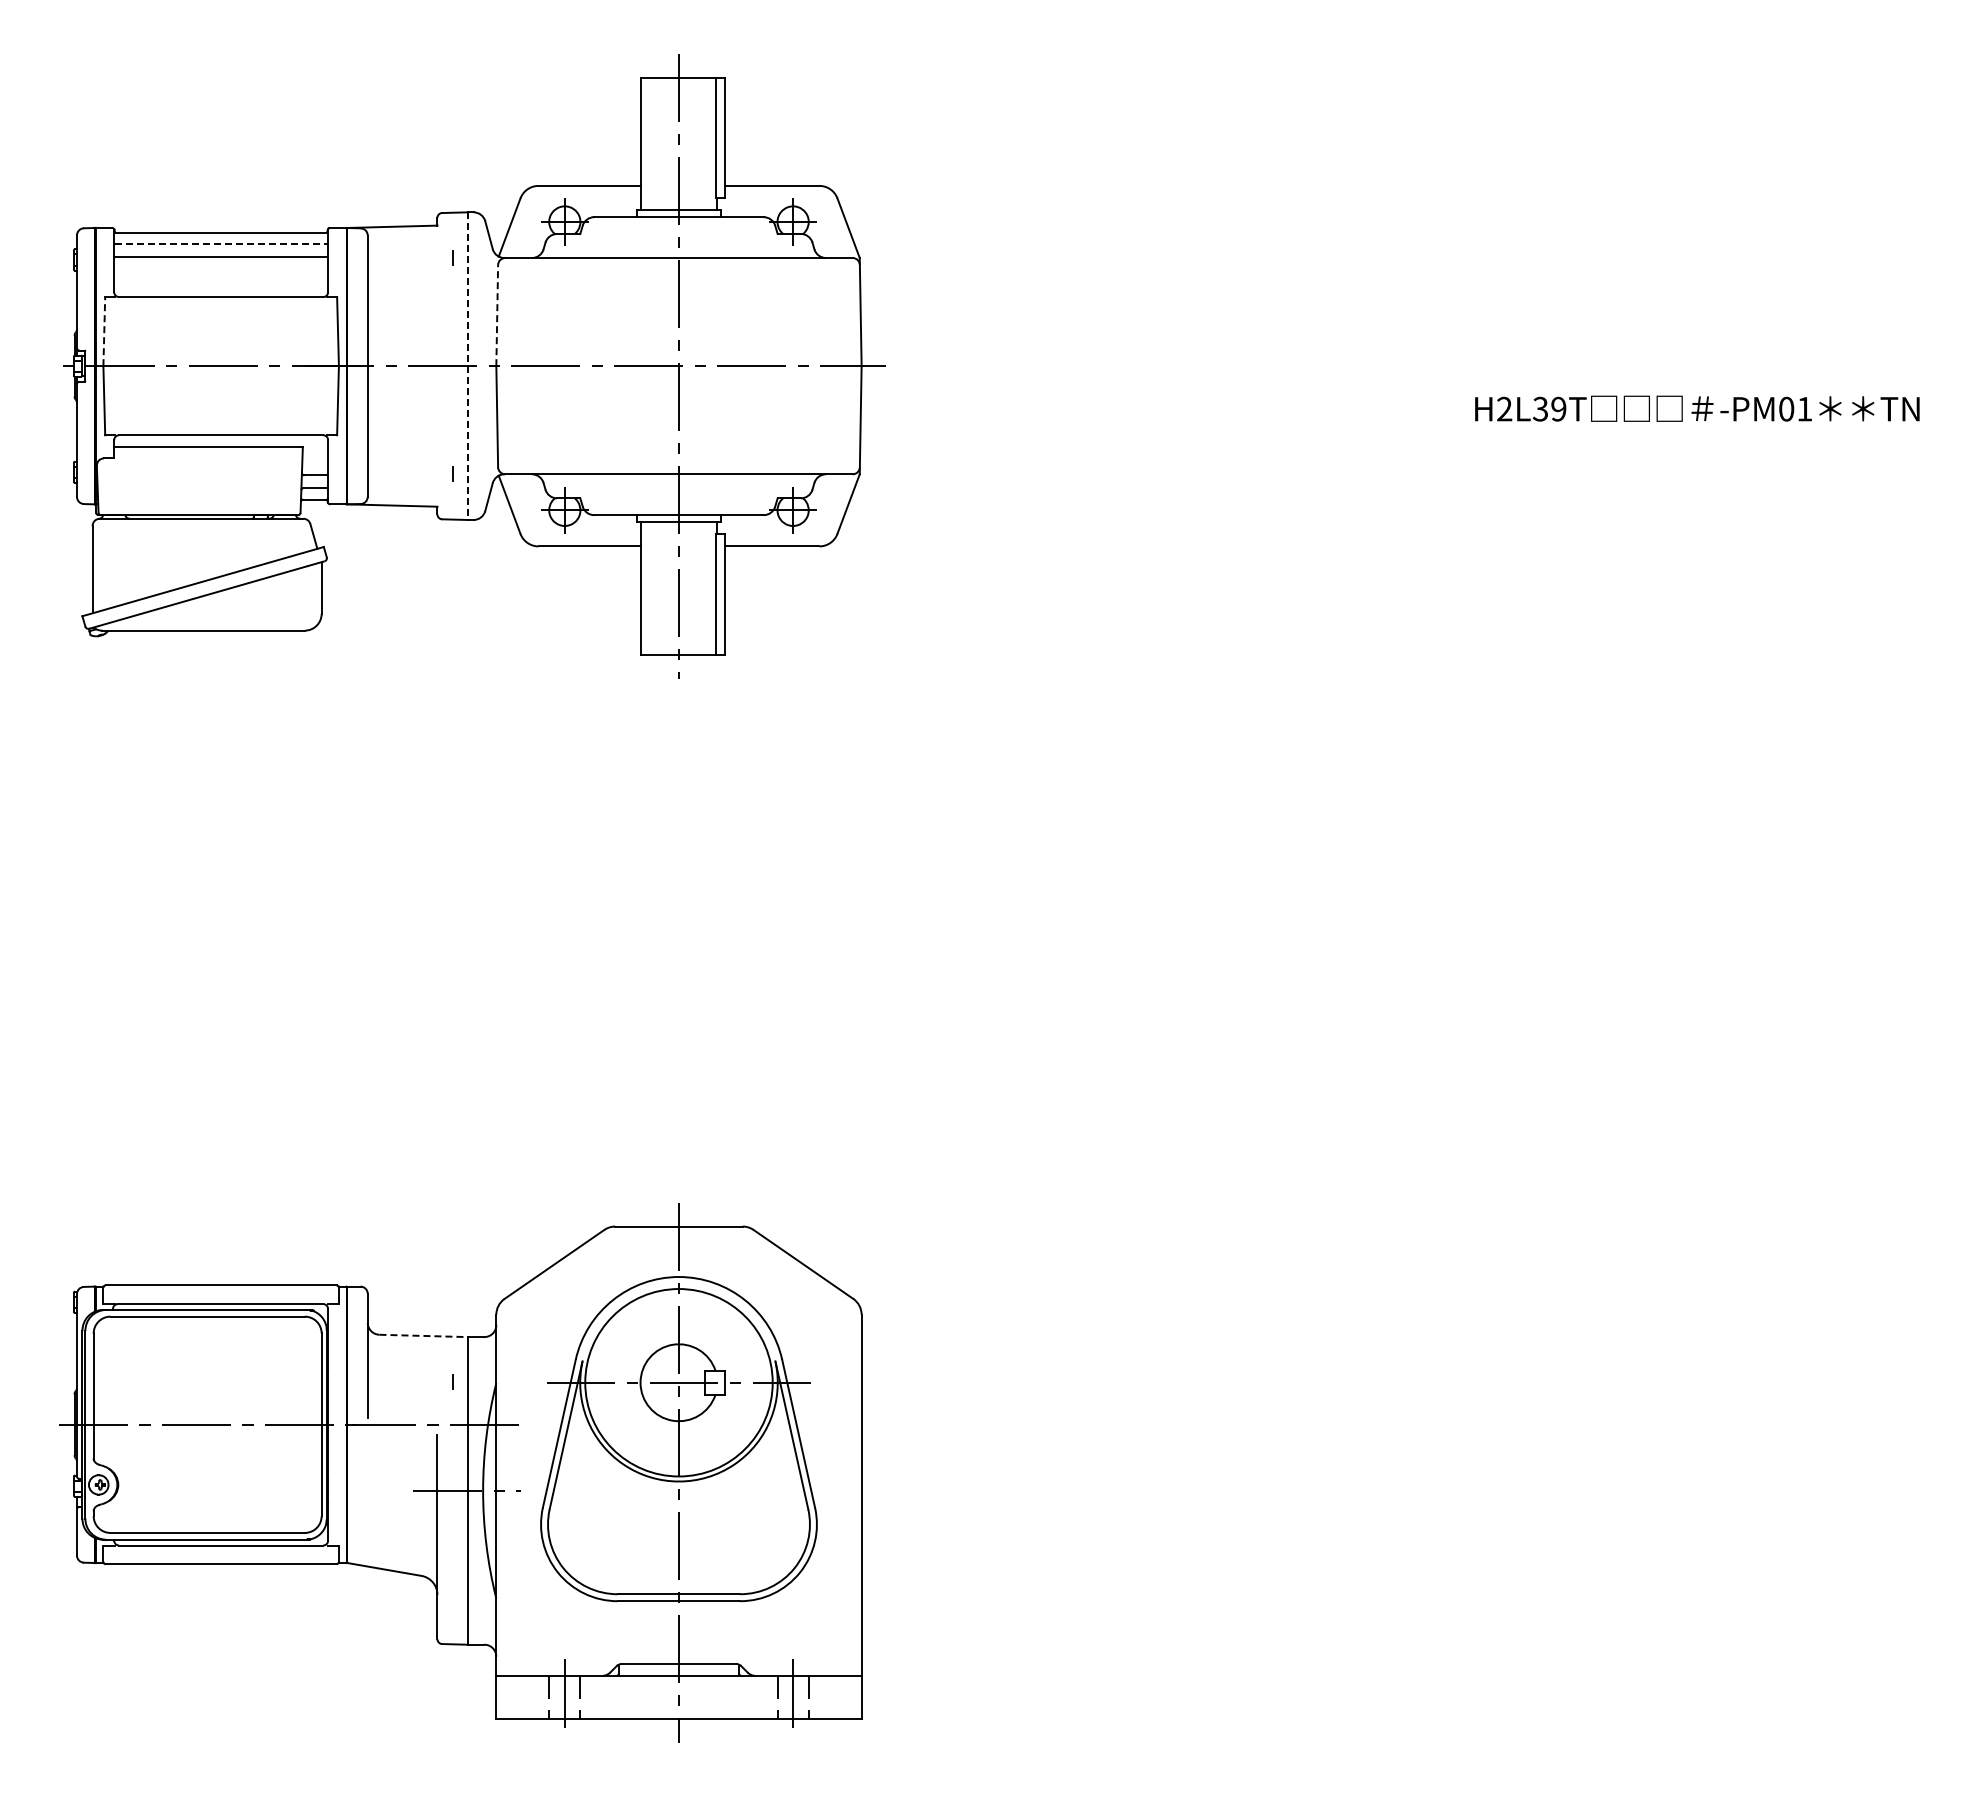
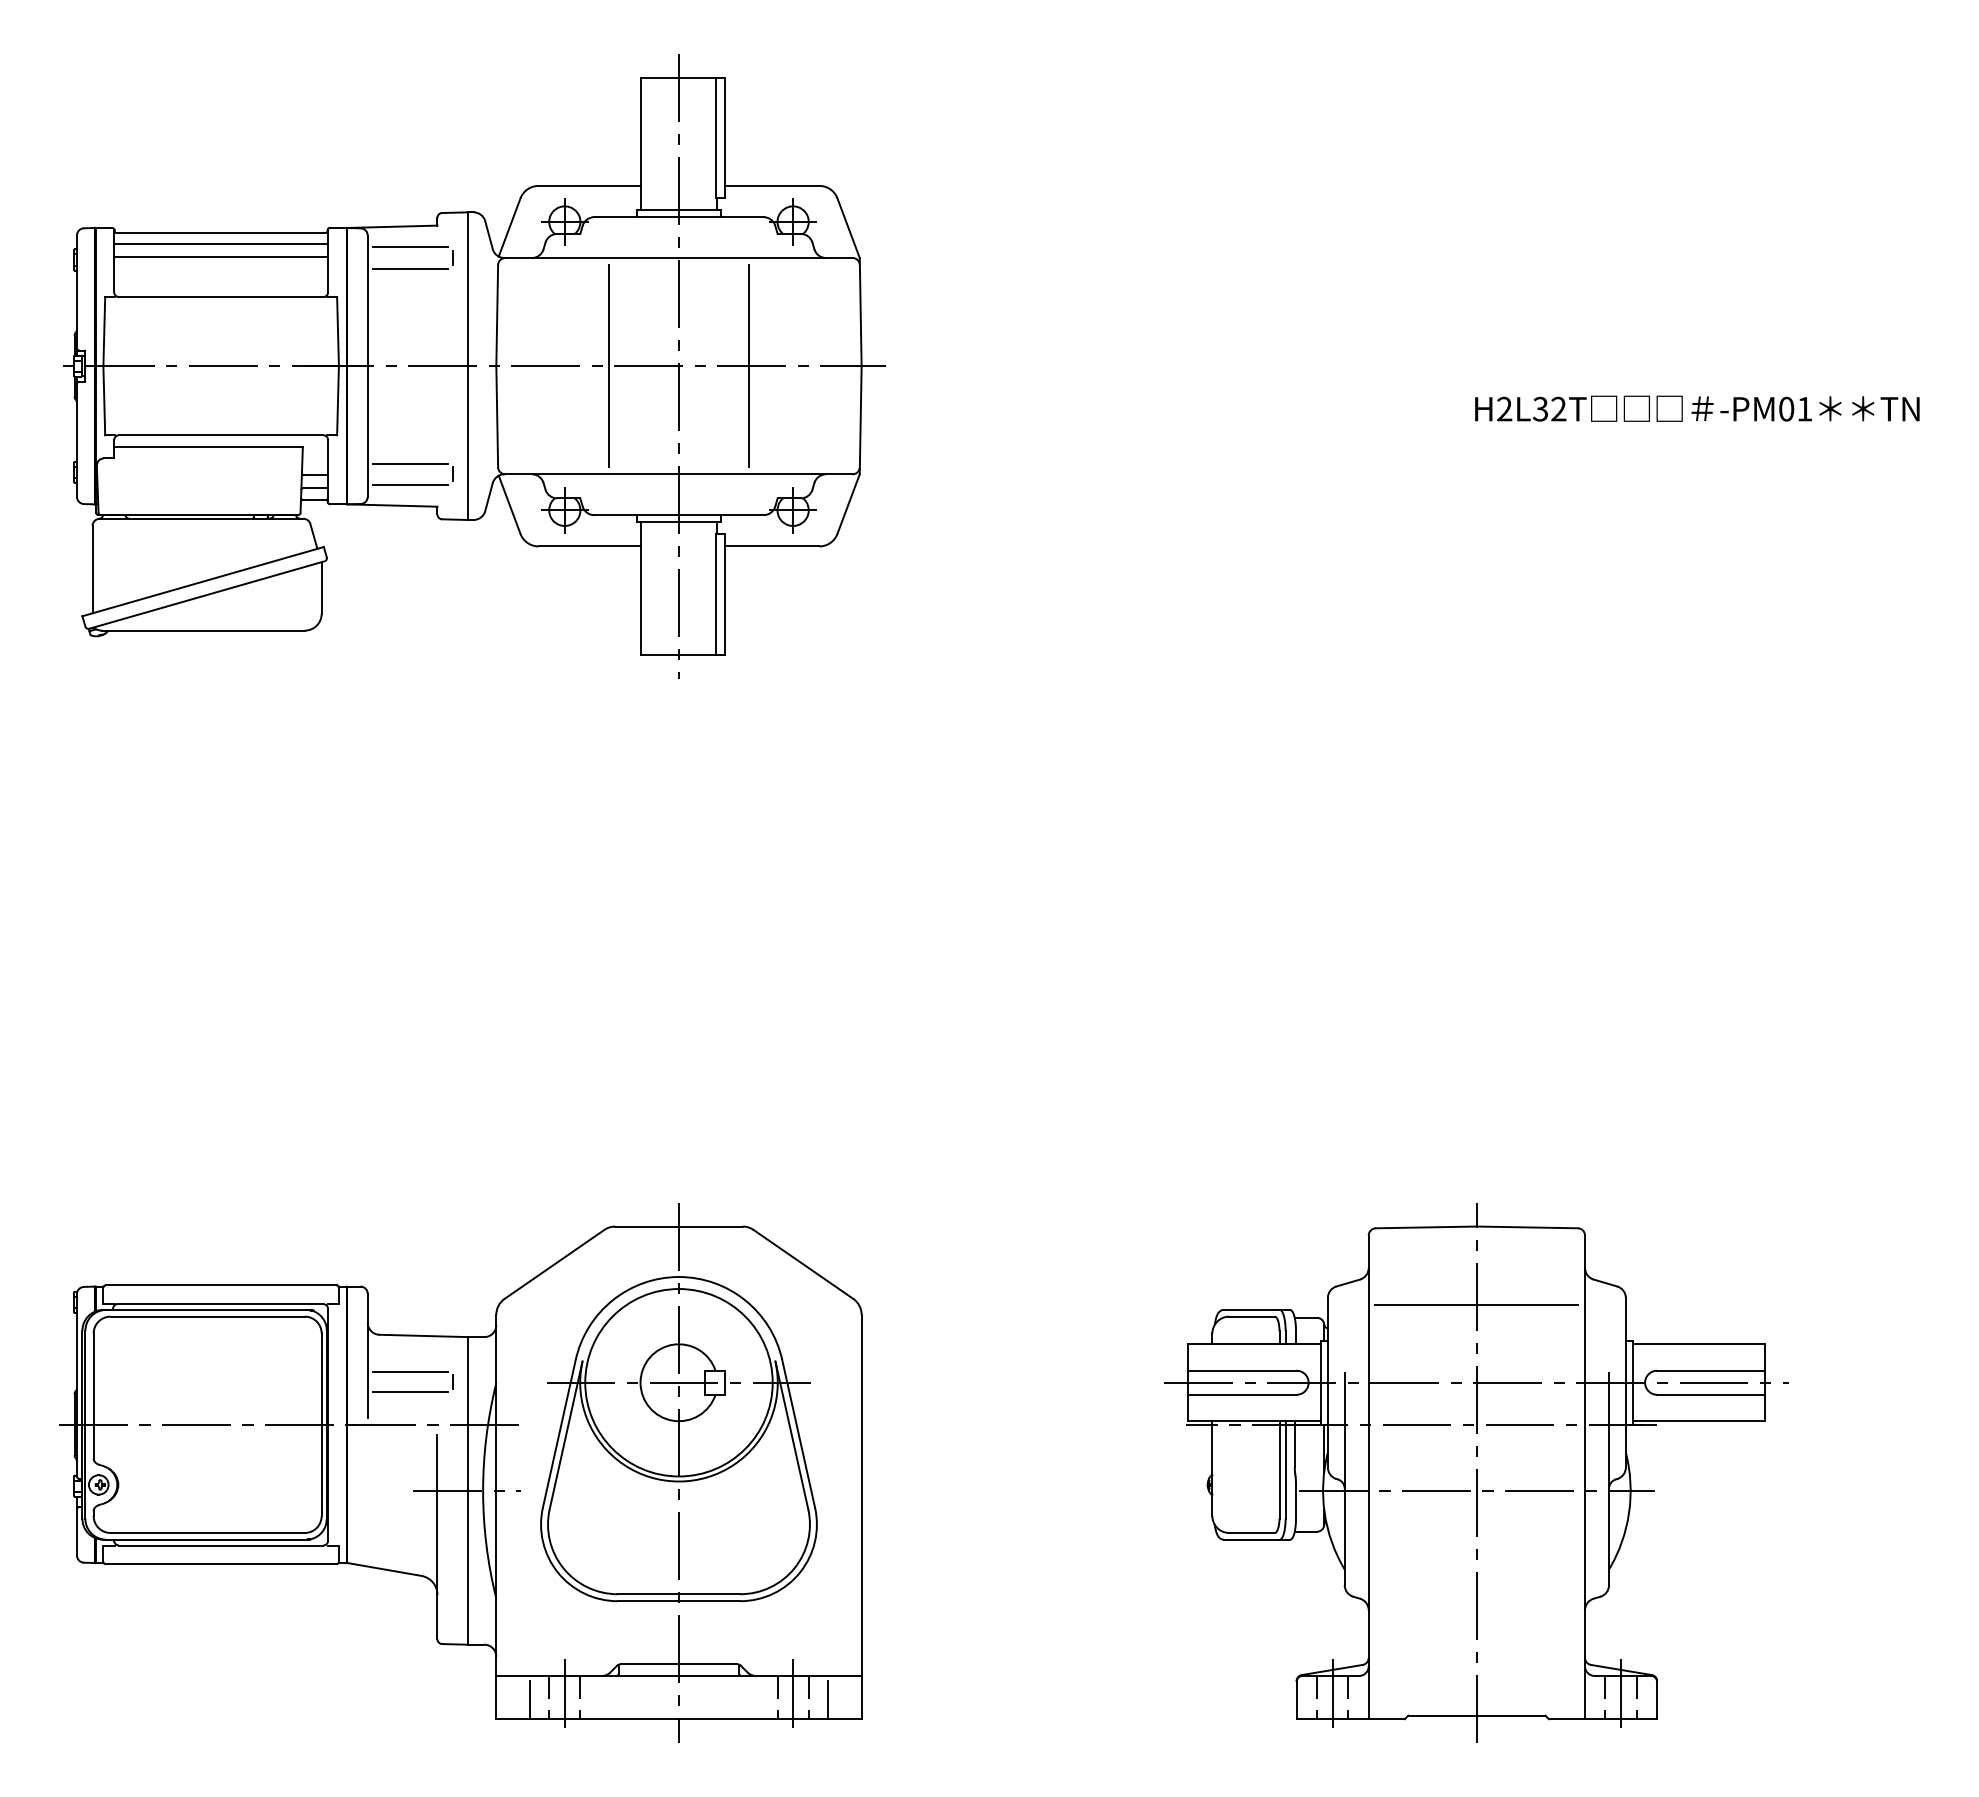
line at (221, 244): dashed -> solid
line at (409, 247): none -> present
line at (409, 268): none -> present
line at (497, 315): dashed -> solid
line at (104, 331): dashed -> solid
line at (467, 366): dashed -> solid
line at (609, 366): none -> present
line at (748, 366): none -> present
text at (1558, 409): H2L39T -> H2L32T
line at (409, 463): none -> present
line at (409, 485): none -> present
line at (423, 1335): dashed -> solid
line at (409, 1372): none -> present
line at (409, 1392): none -> present
part at (1476, 1472): none -> present
line at (529, 1699): none -> present
line at (827, 1699): none -> present
